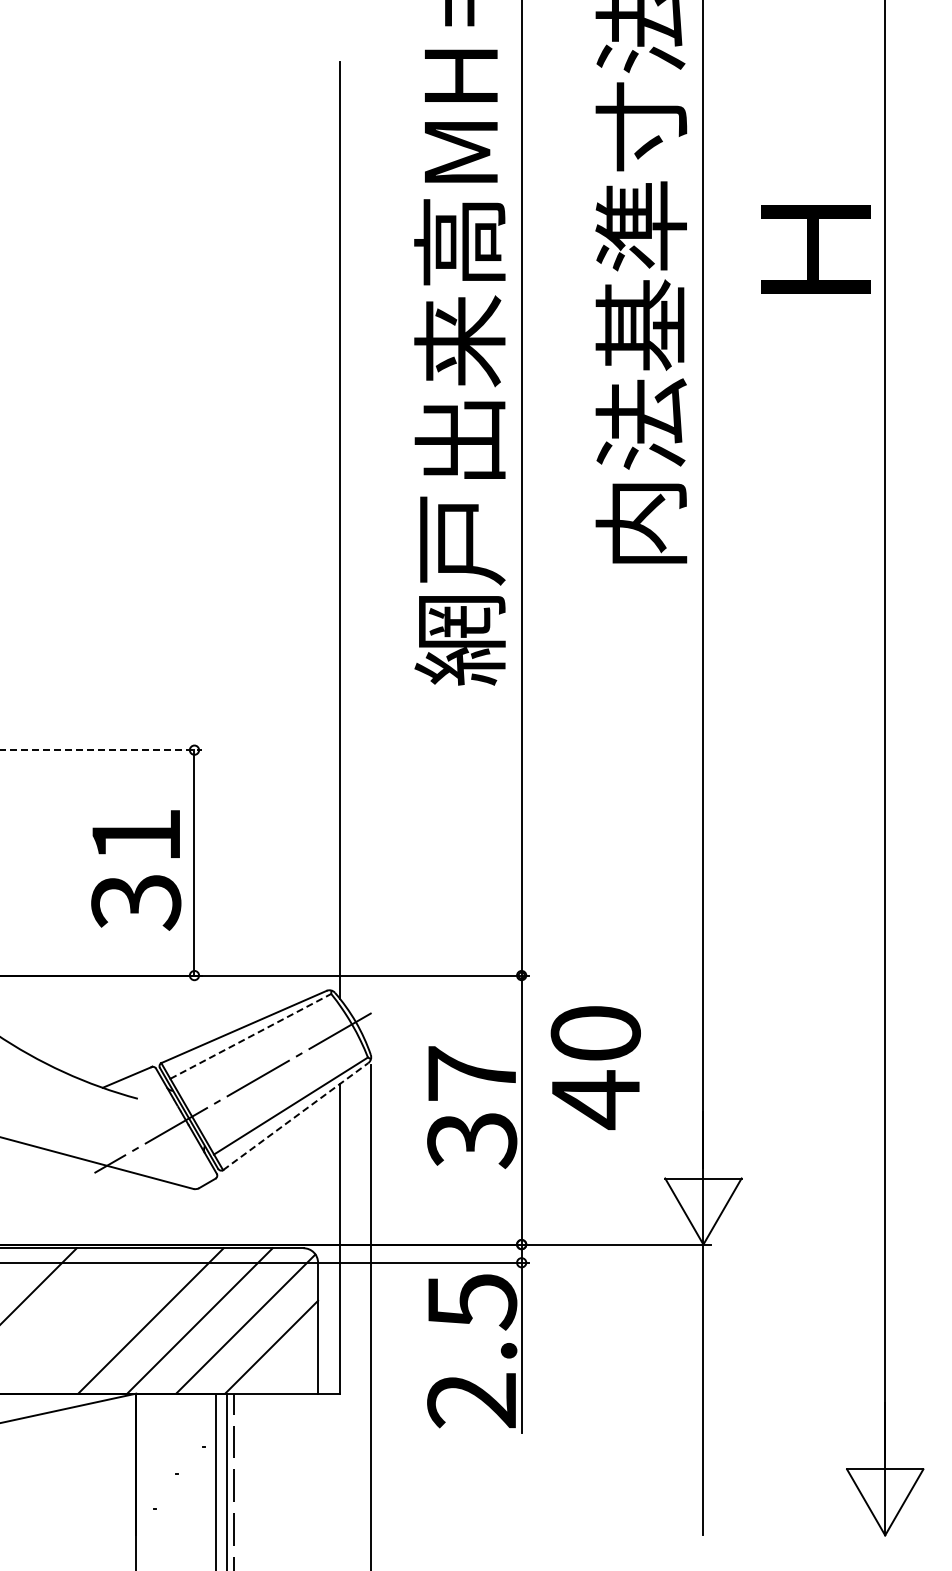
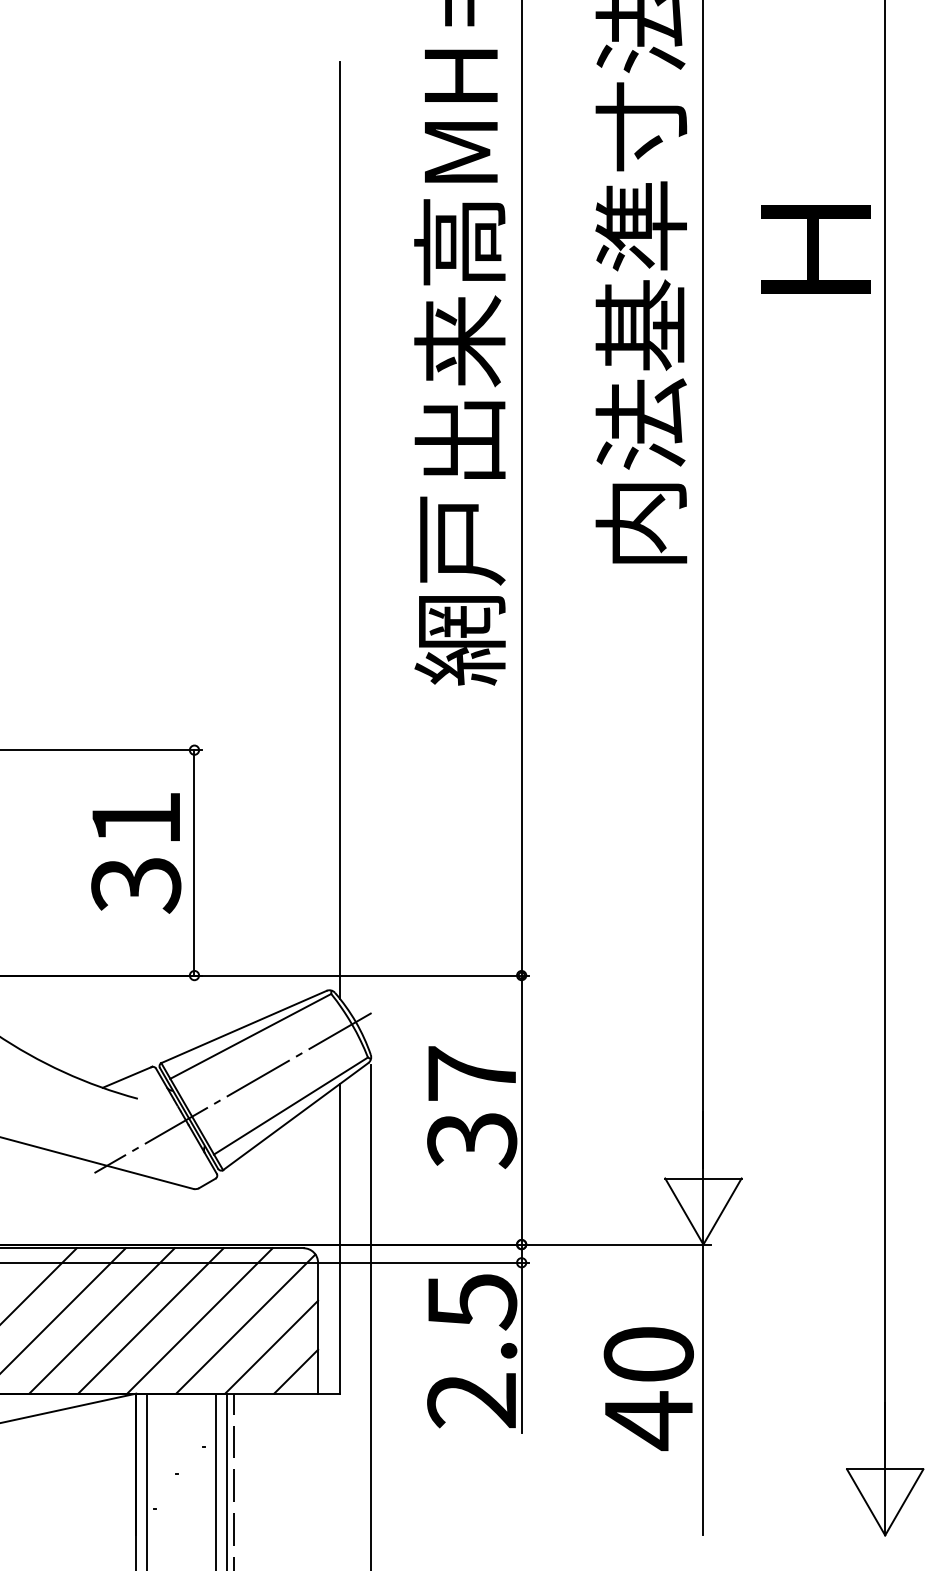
line at (101, 750): dashed -> solid
text at (136, 870) position: (136, 870) -> (136, 853)
line at (250, 1036): dashed -> solid
text at (595, 1067) position: (595, 1067) -> (648, 1388)
line at (296, 1116): dashed -> solid
line at (63, 1309): none -> present
line at (101, 1320): none -> present
line at (296, 1371): none -> present
line at (147, 1480): none -> present
